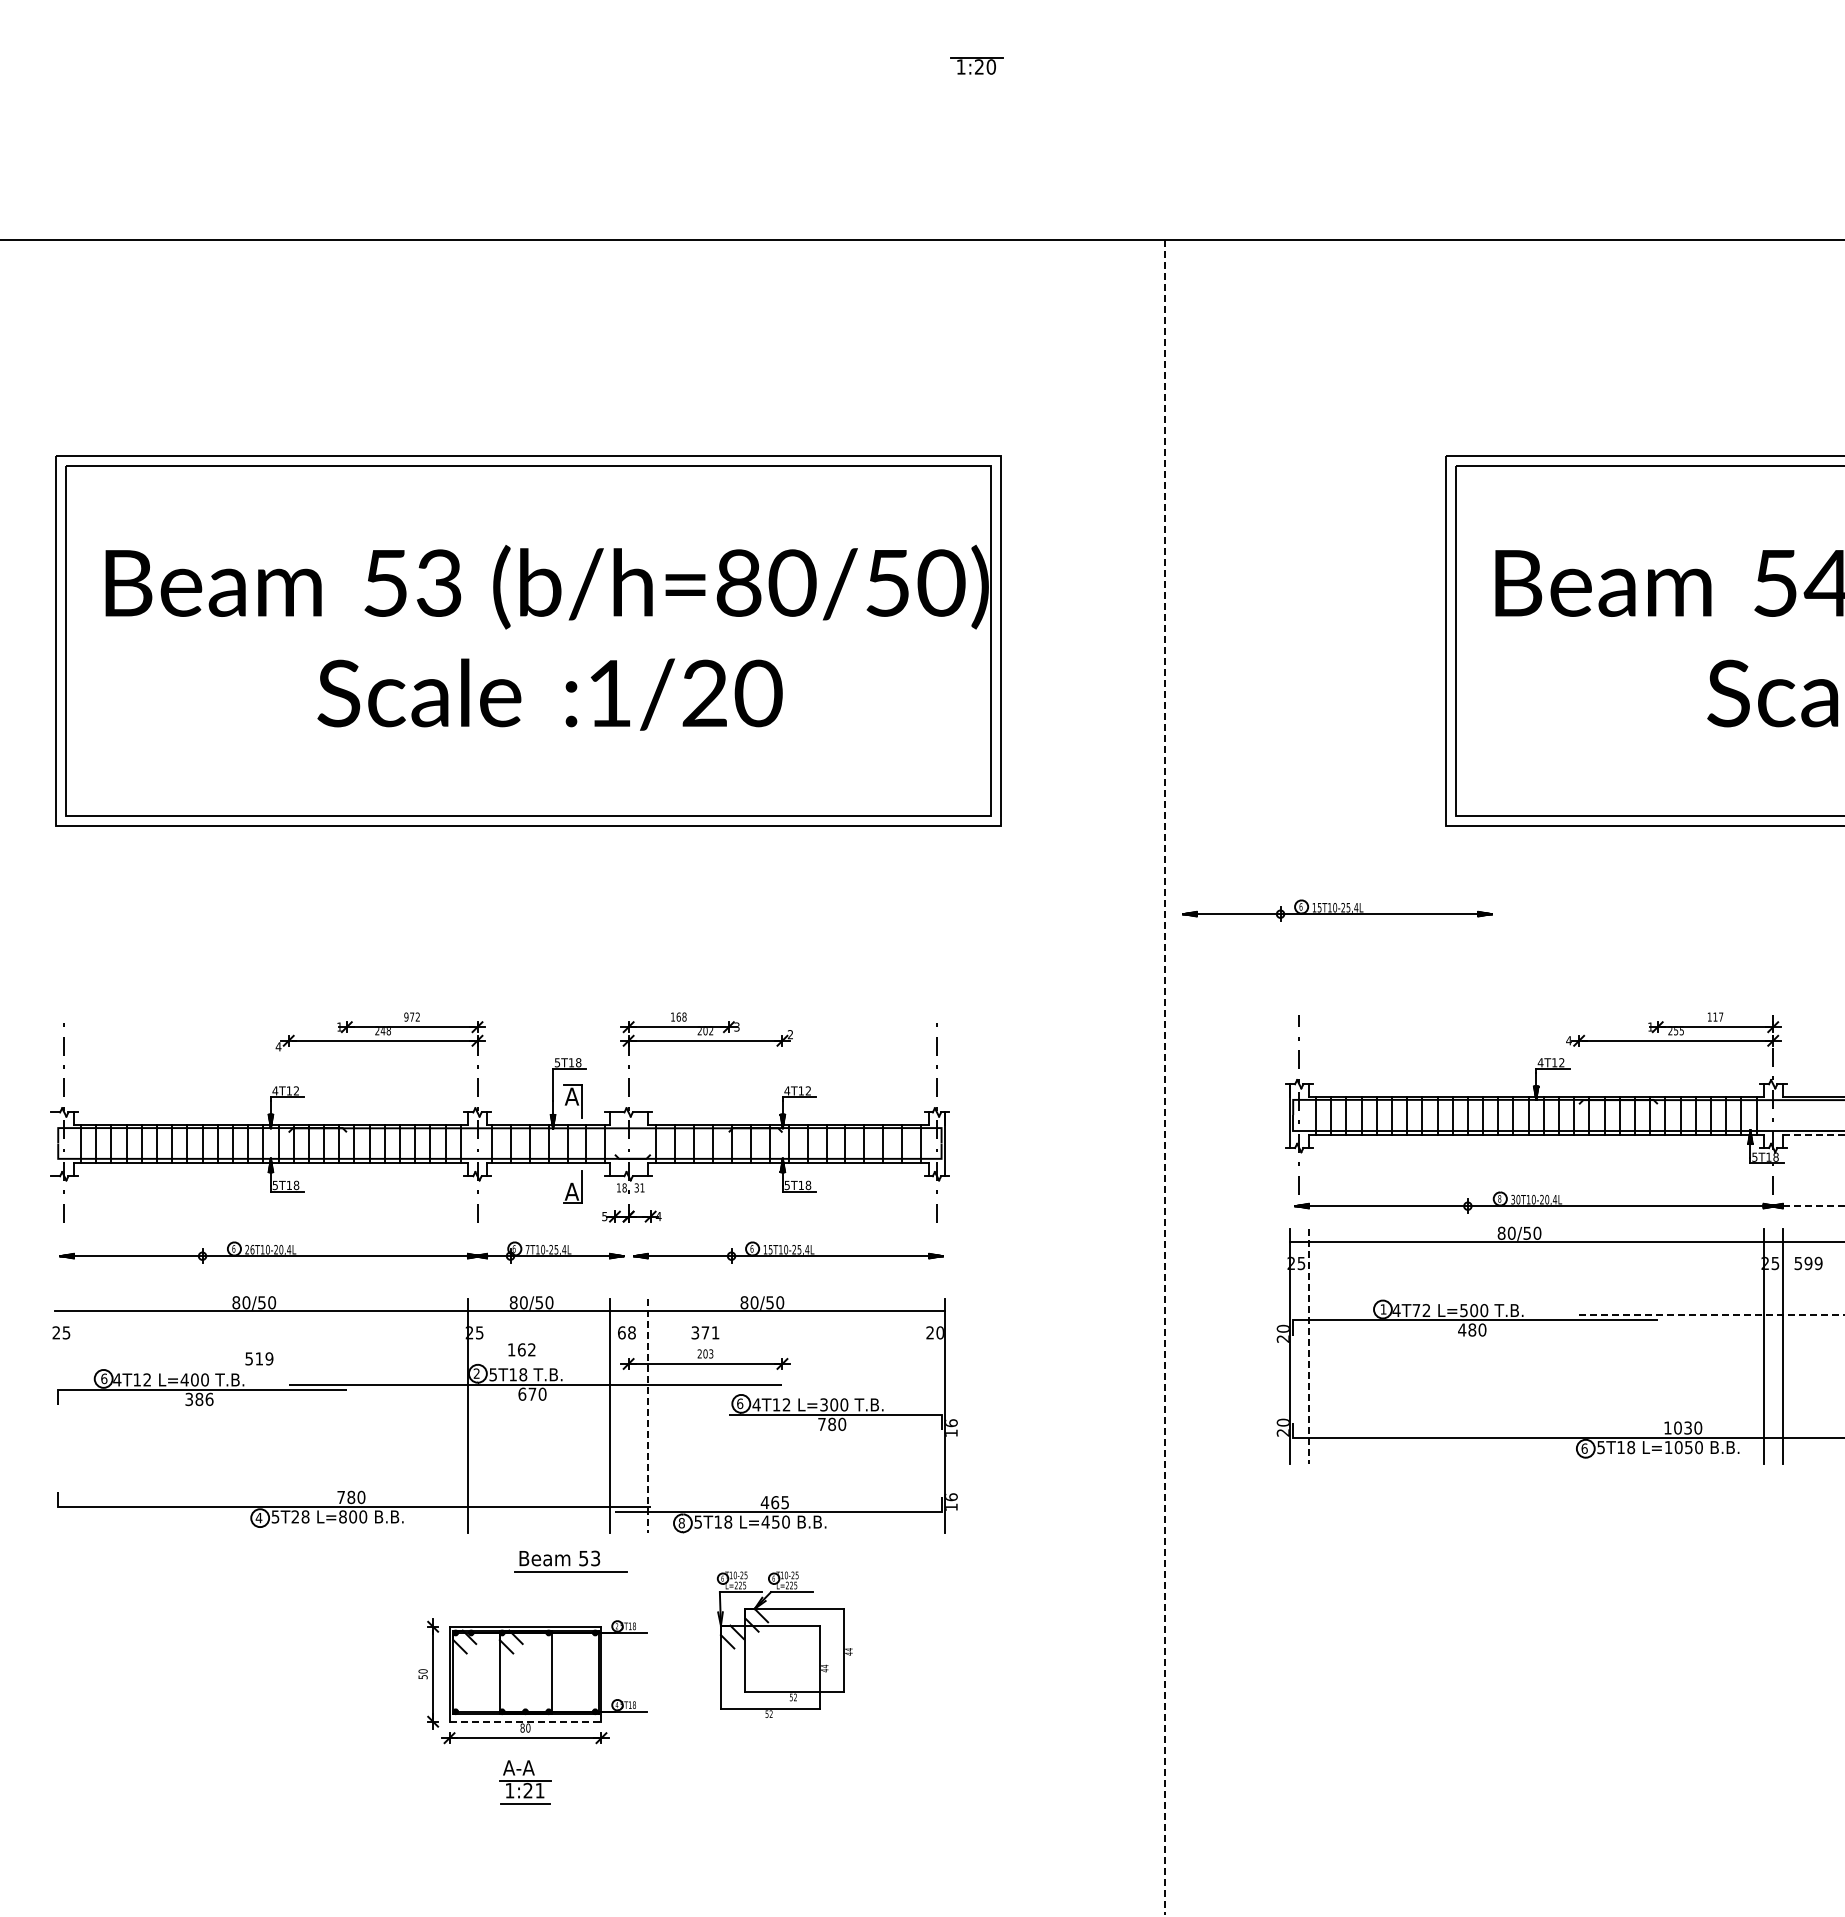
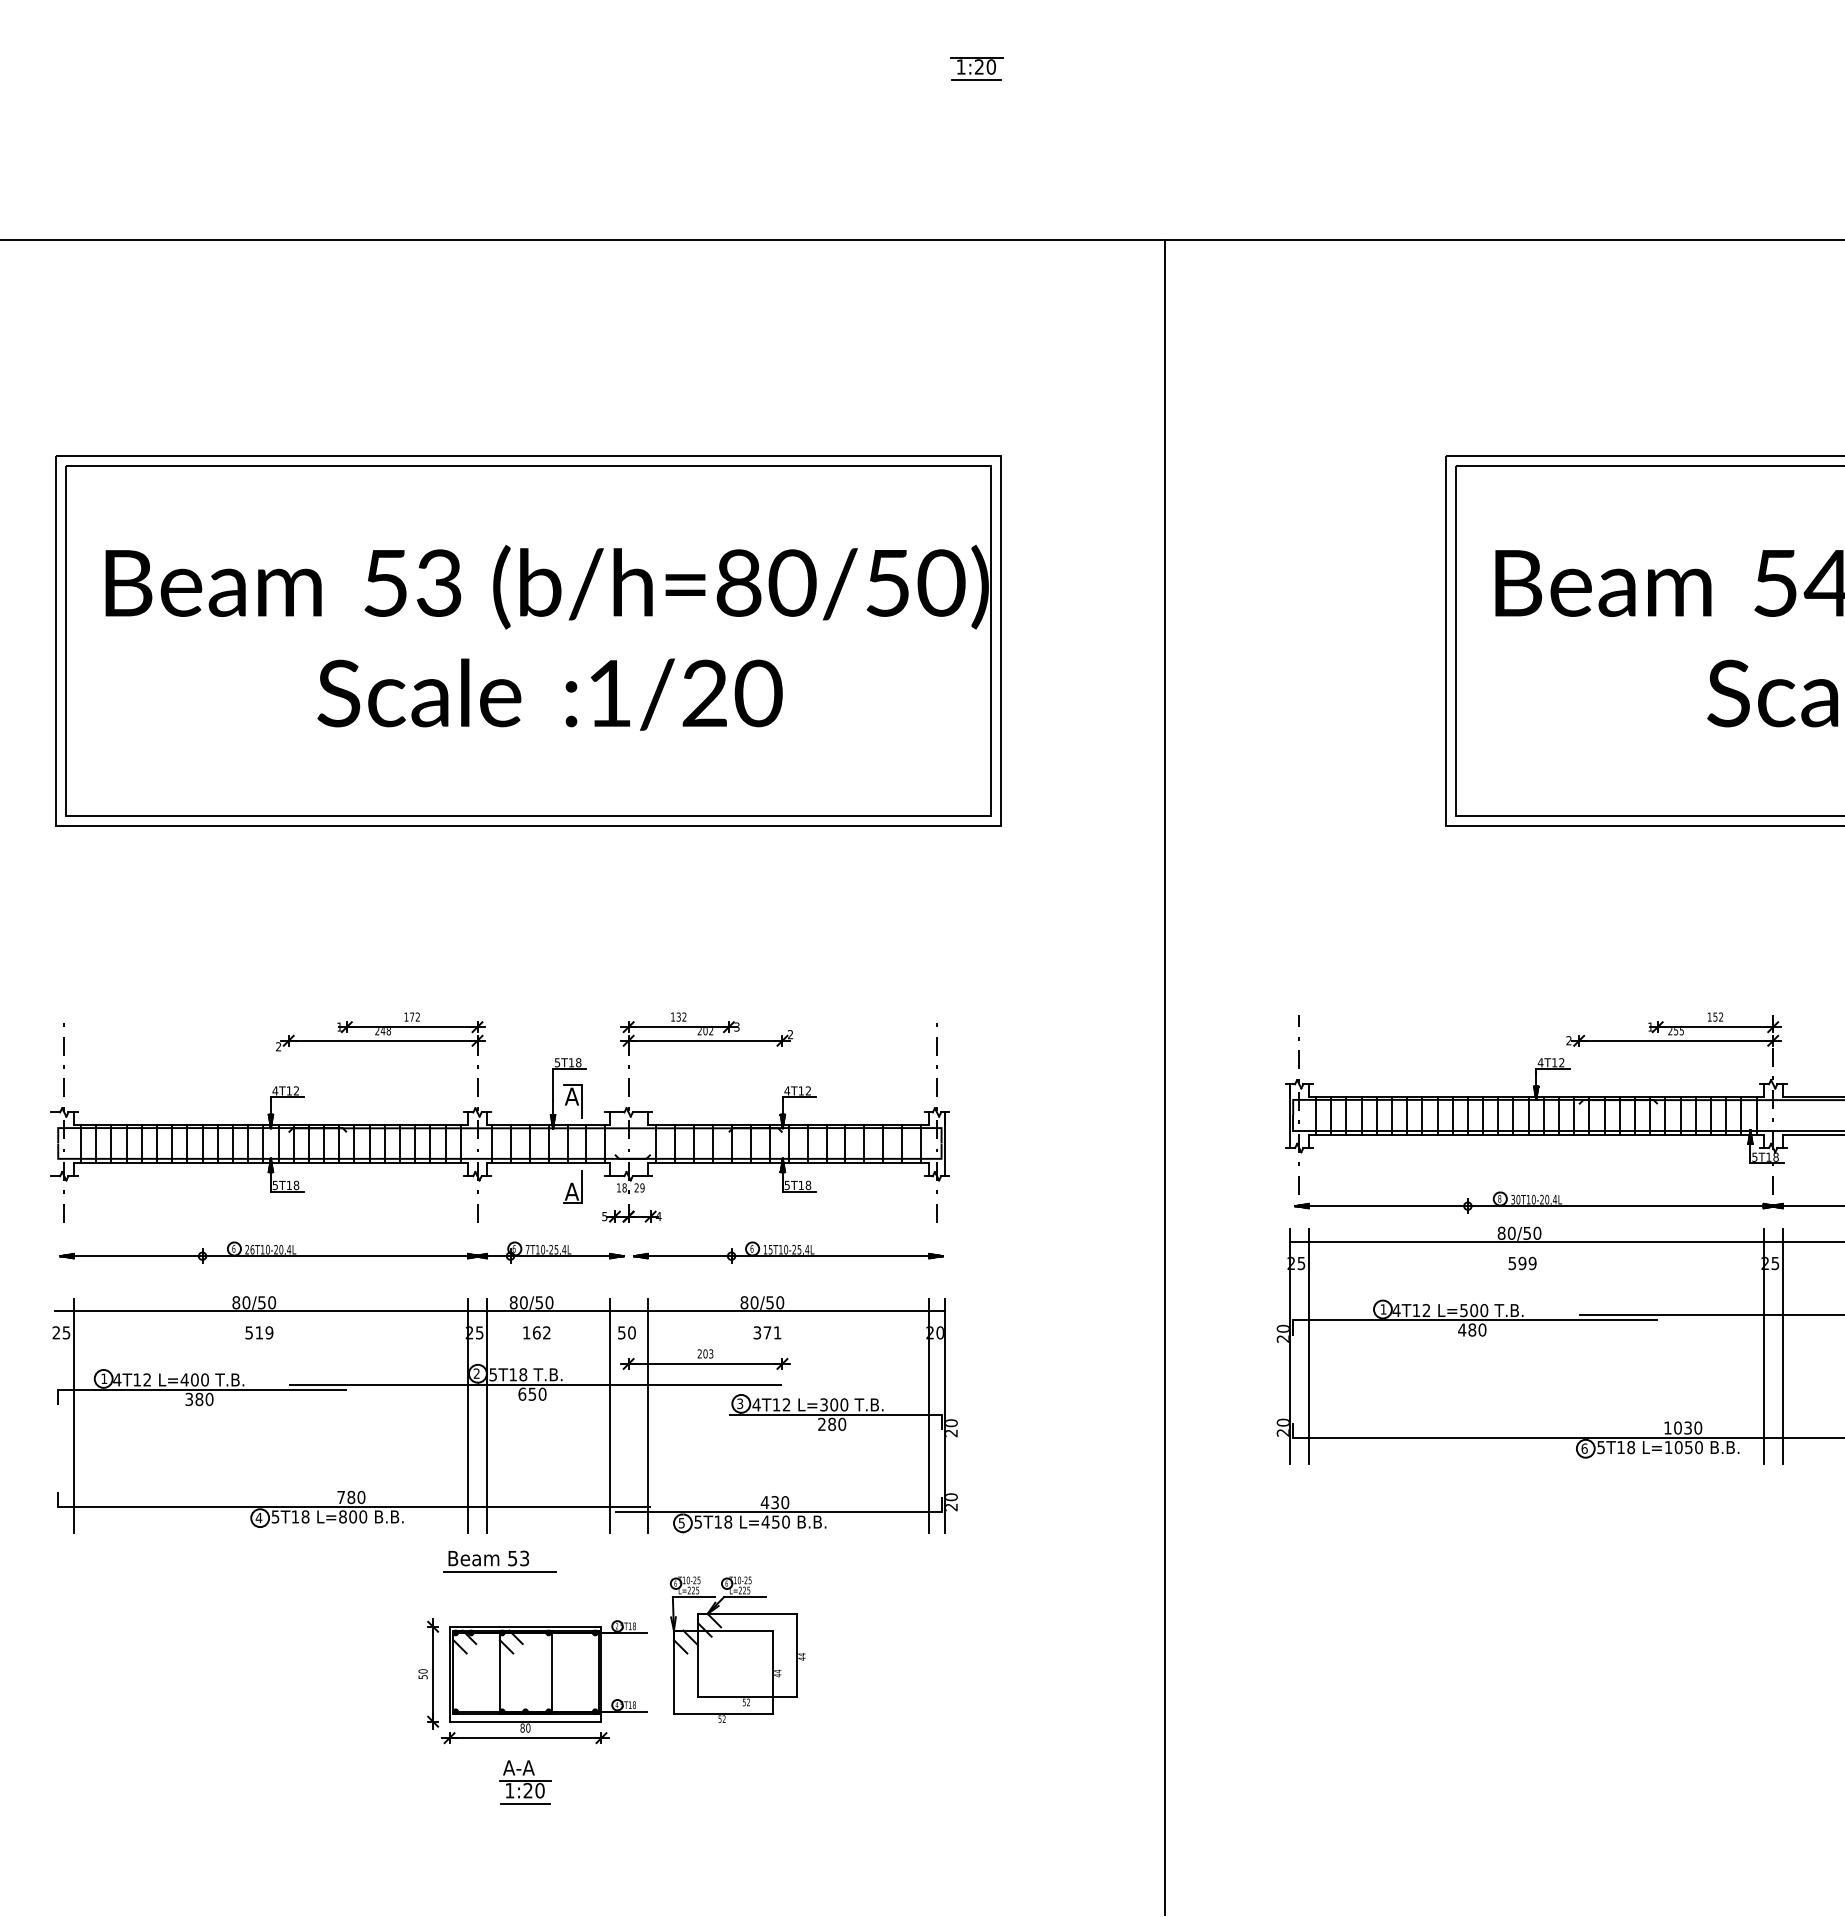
line at (976, 80): none -> present
part at (1337, 910): present -> none
text at (406, 1016): 972 -> 172
text at (681, 1016): 168 -> 132
text at (1718, 1016): 117 -> 152
text at (1568, 1040): 4 -> 2
text at (278, 1046): 4 -> 2
line at (1165, 1078): dashed -> solid
line at (1813, 1135): dashed -> solid
text at (639, 1187): 31 -> 29
line at (1813, 1206): dashed -> solid
text at (1808, 1263) position: (1808, 1263) -> (1522, 1263)
text at (1416, 1310): 4T72 -> 4T12
line at (1712, 1315): dashed -> solid
text at (626, 1332): 68 -> 50
text at (705, 1332) position: (705, 1332) -> (767, 1332)
line at (1308, 1347): dashed -> solid
text at (521, 1349) position: (521, 1349) -> (536, 1332)
text at (259, 1358) position: (259, 1358) -> (259, 1332)
text at (104, 1378): 6 -> 1
text at (532, 1393): 670 -> 650
text at (209, 1398): 386 -> 380
text at (740, 1403): 6 -> 3
line at (73, 1415): none -> present
line at (486, 1415): none -> present
line at (929, 1415): none -> present
line at (647, 1416): dashed -> solid
text at (821, 1423): 780 -> 280
text at (951, 1428): 16 -> 20
text at (780, 1502): 465 -> 430
text at (951, 1502): 16 -> 20
text at (294, 1516): 5T28 -> 5T18
text at (681, 1523): 8 -> 5
part at (570, 1561) position: (570, 1561) -> (499, 1561)
part at (784, 1644) position: (784, 1644) -> (737, 1649)
line at (525, 1721): dashed -> solid
text at (539, 1790): 1:21 -> 1:20
